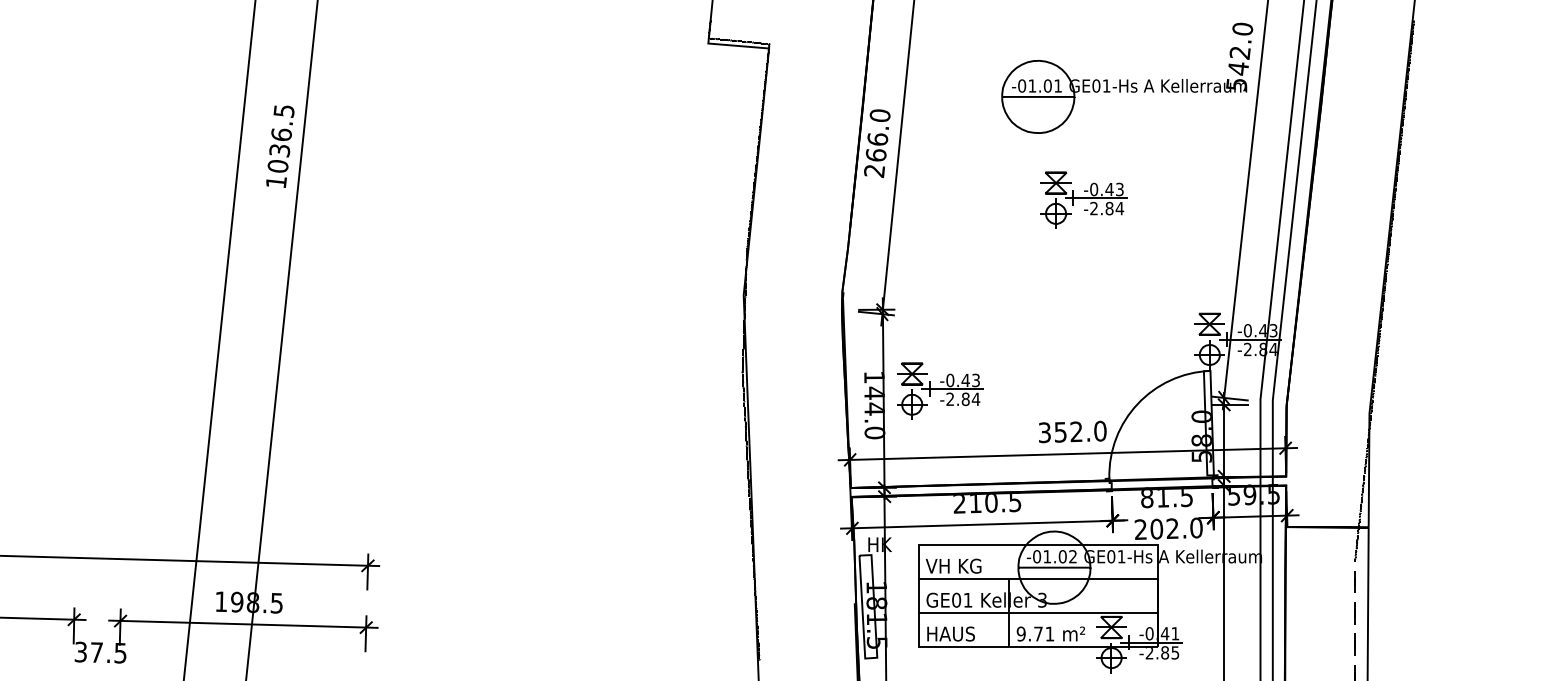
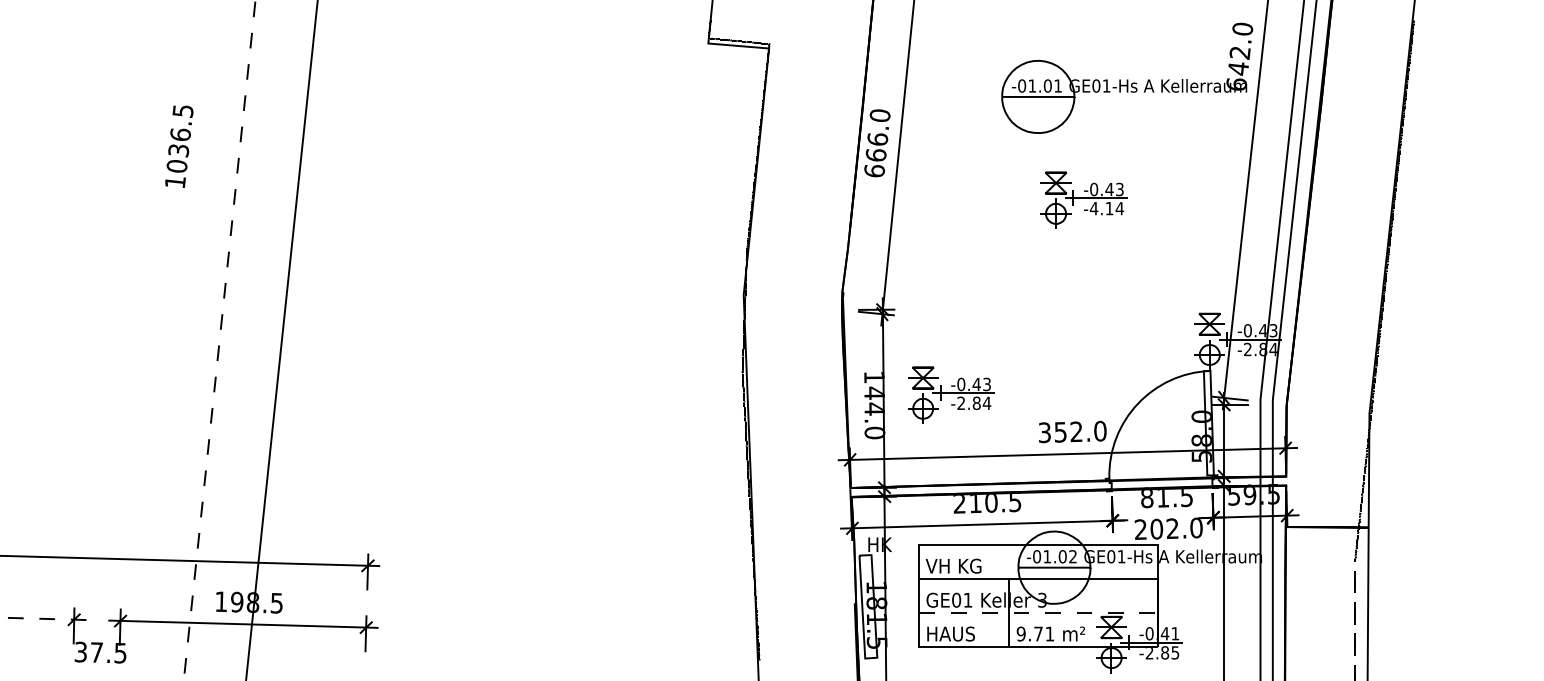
text at (1236, 84): 542.0 -> 642.0
text at (280, 146) position: (280, 146) -> (179, 146)
text at (874, 171): 266.0 -> 666.0
text at (1101, 208): -2.84 -> -4.14
line at (219, 340): solid -> dashed
part at (940, 390) position: (940, 390) -> (951, 394)
line at (1039, 613): solid -> dashed
line at (43, 618): solid -> dashed
